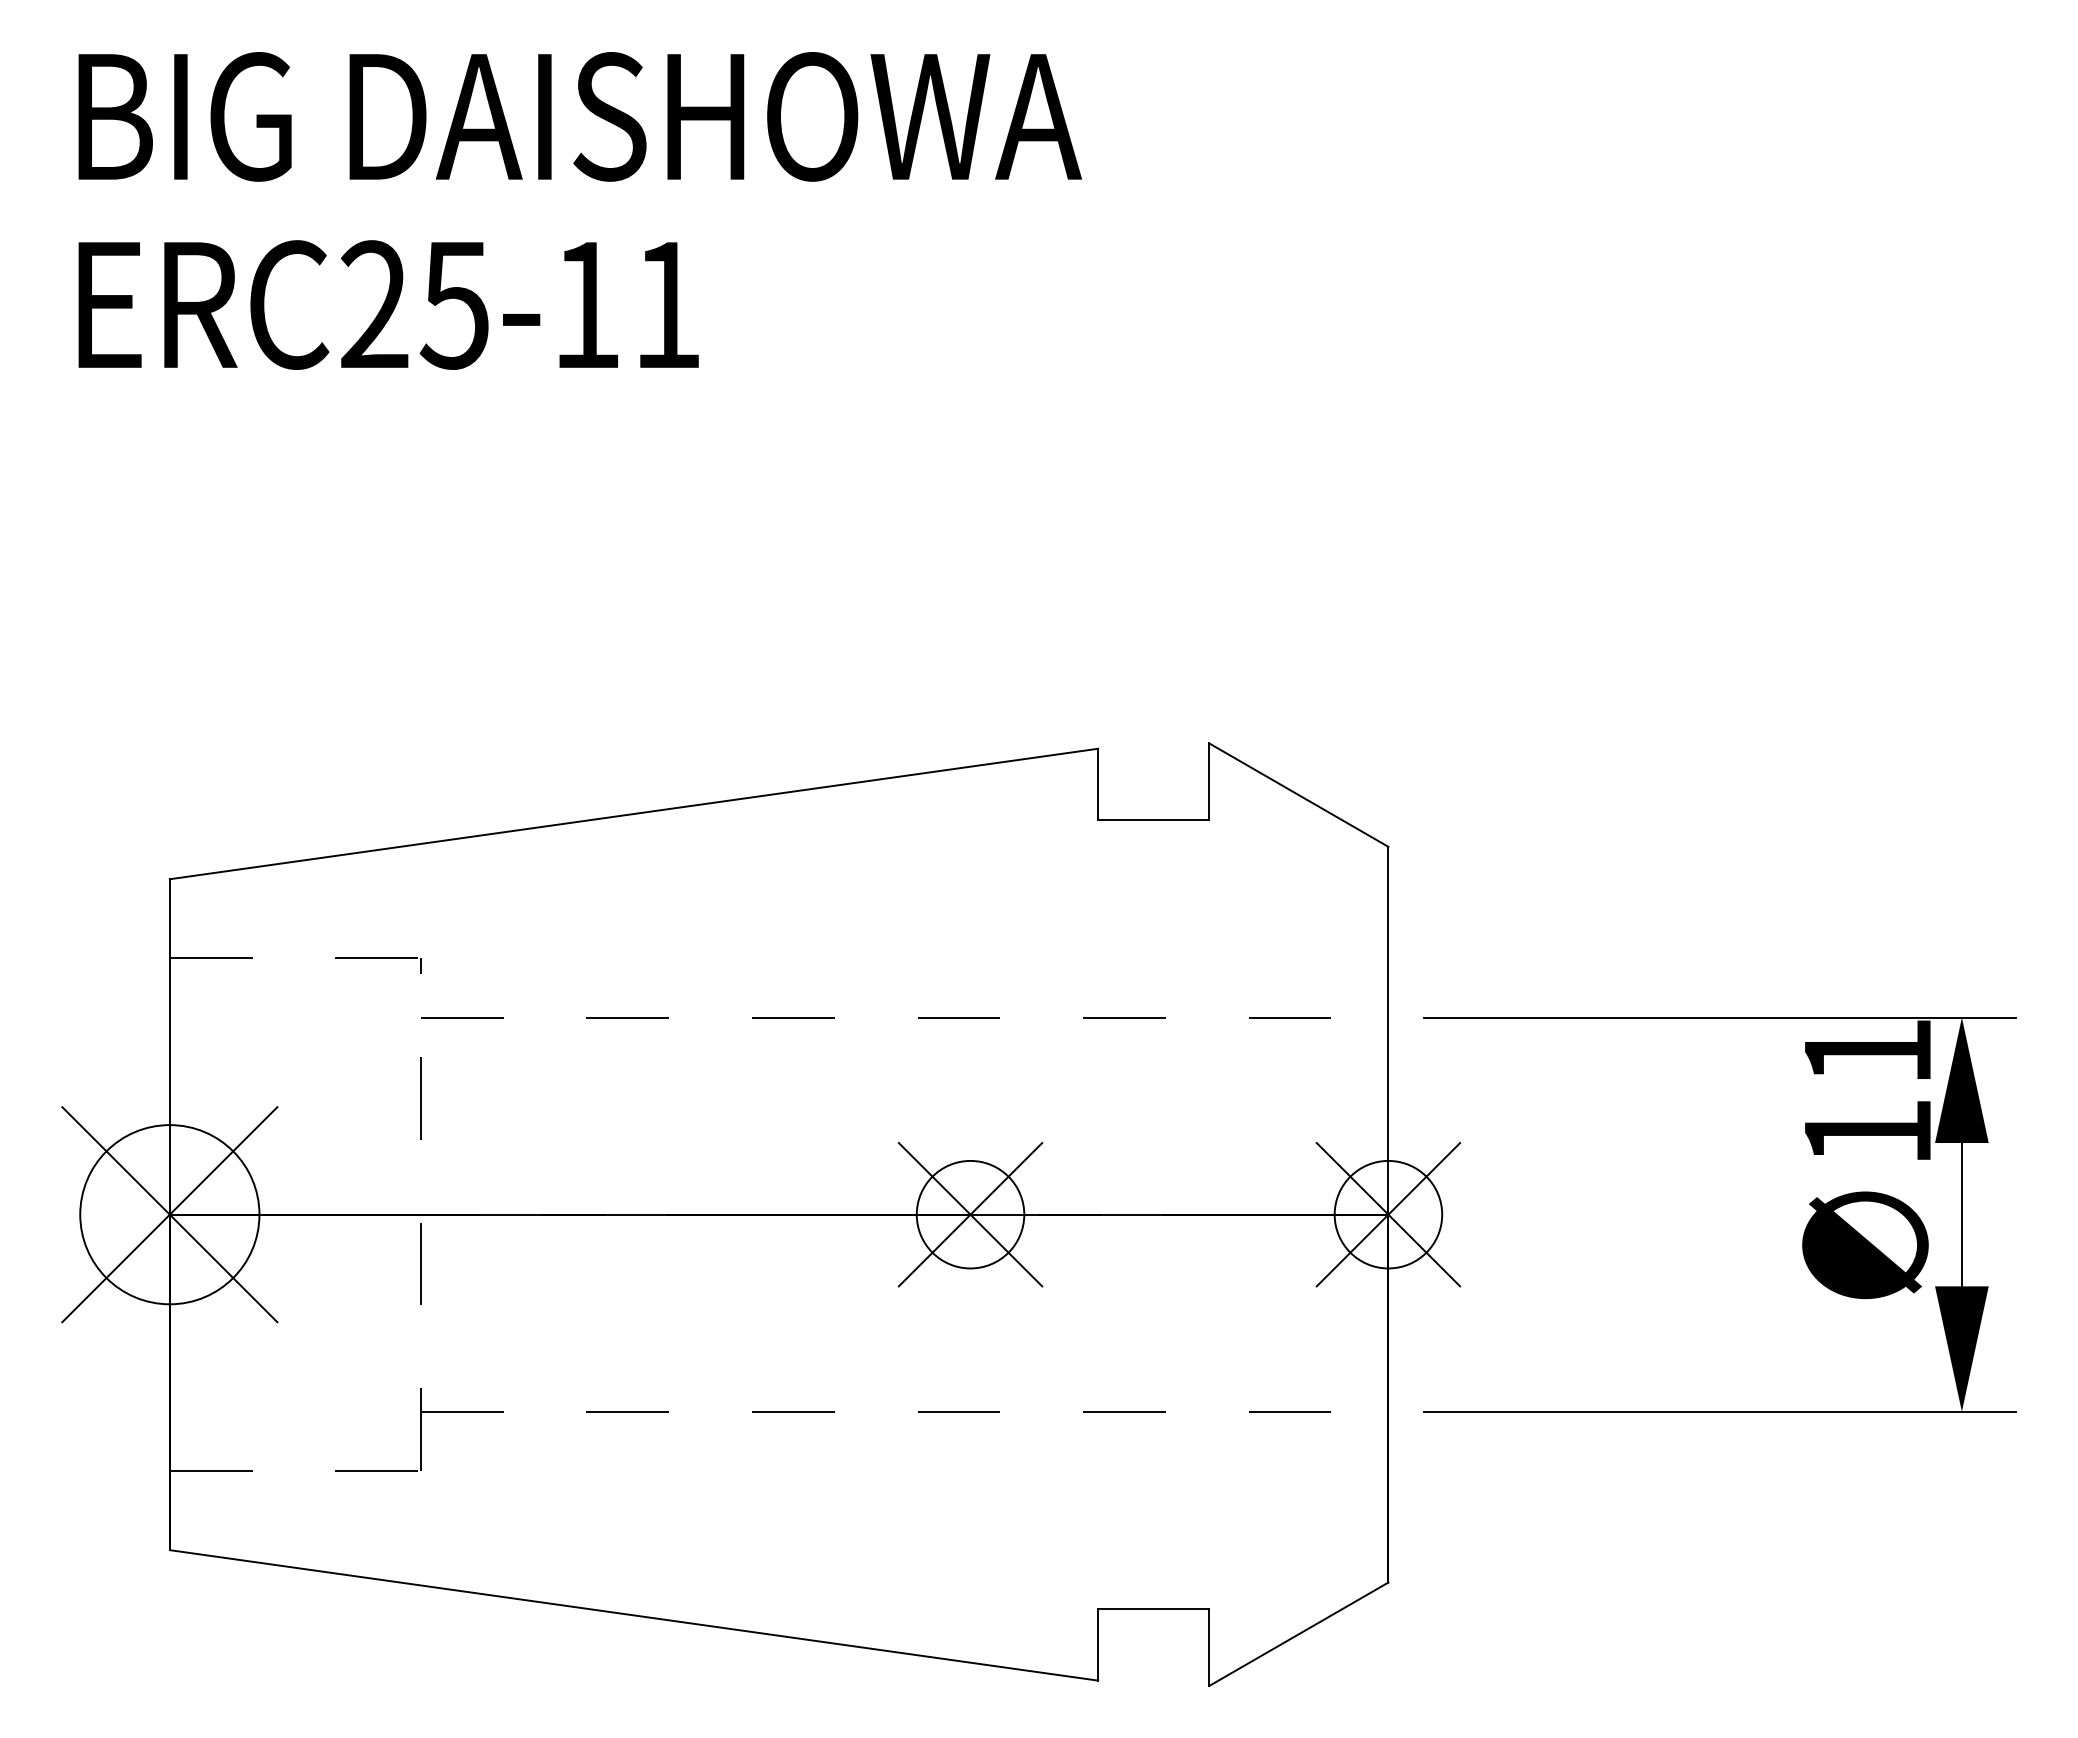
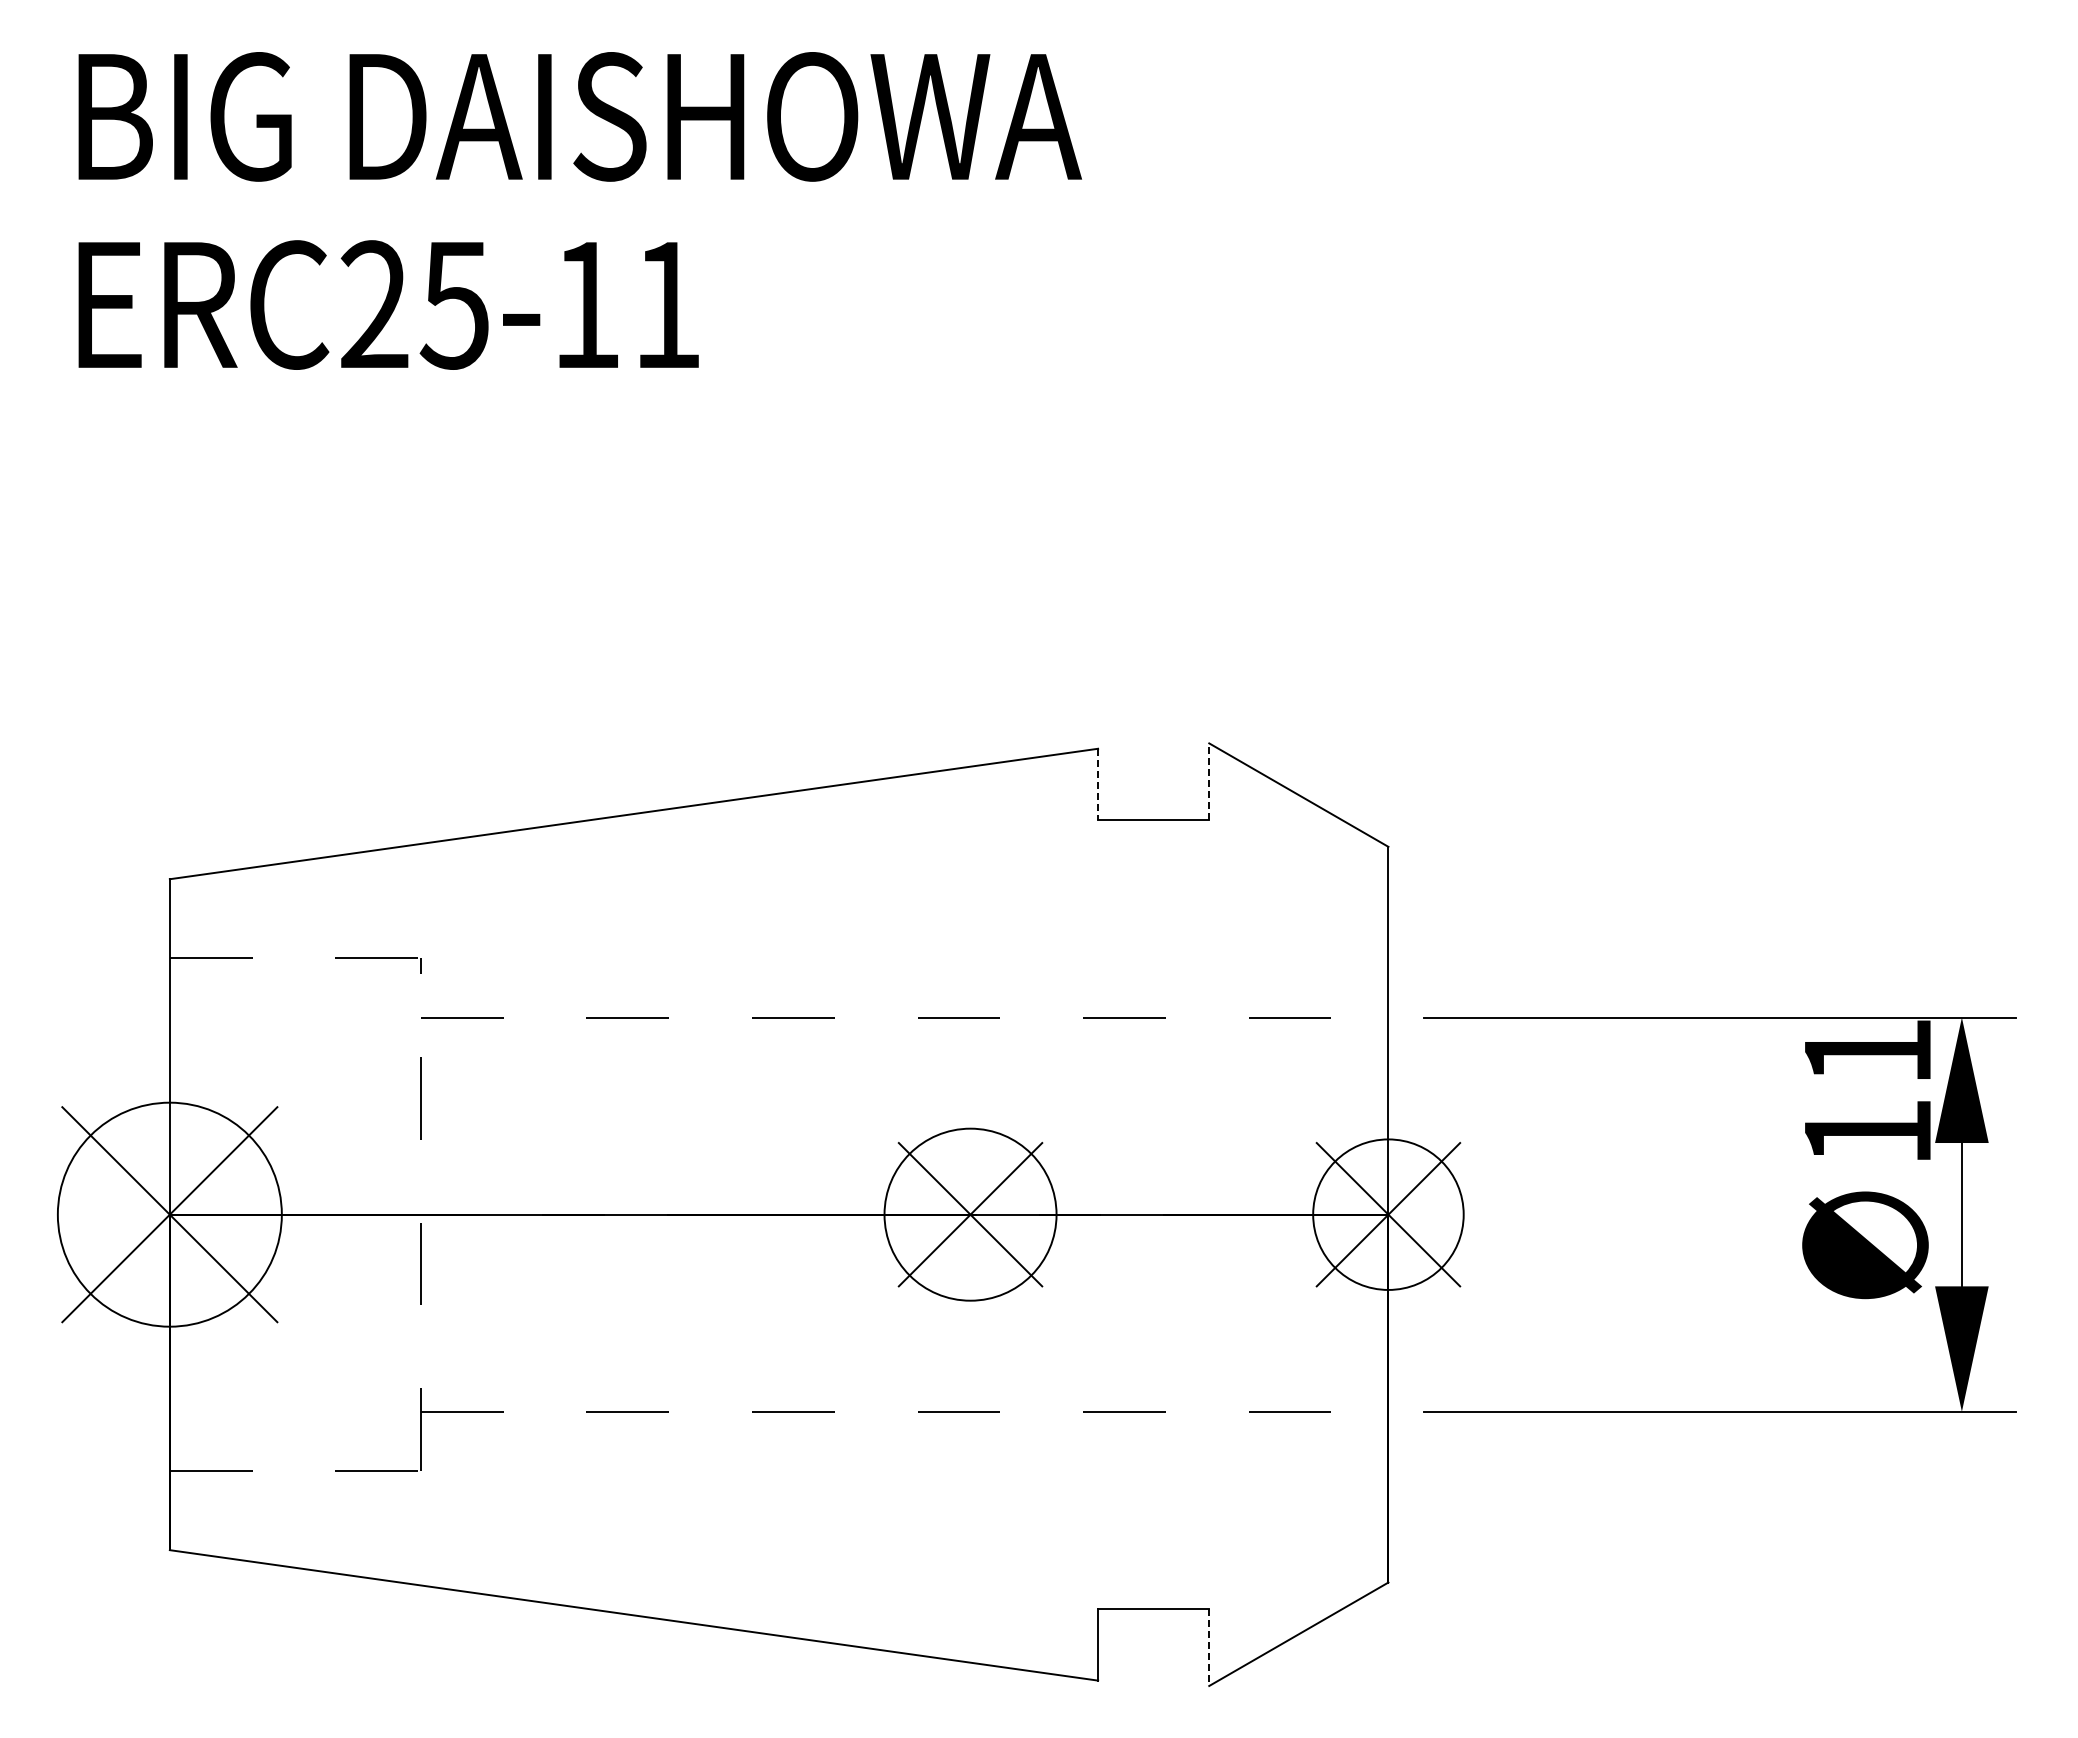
line at (1209, 781): solid -> dashed
line at (1098, 784): solid -> dashed
circle at (169, 1214) diameter: 179 px -> 224 px
circle at (970, 1214) diameter: 108 px -> 172 px
circle at (1388, 1214) diameter: 108 px -> 151 px
line at (1209, 1647): solid -> dashed
